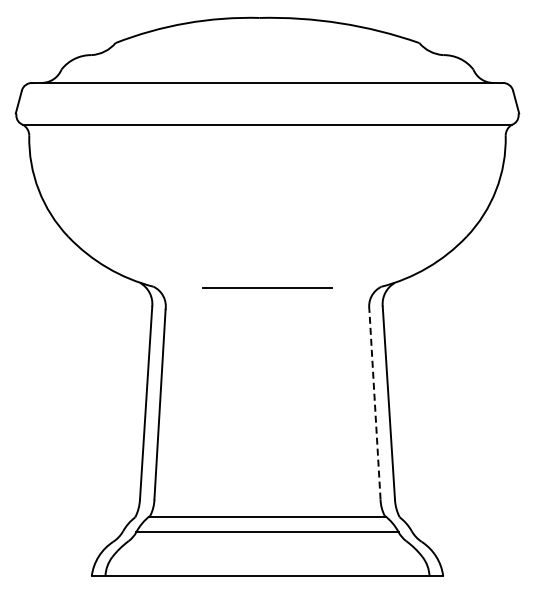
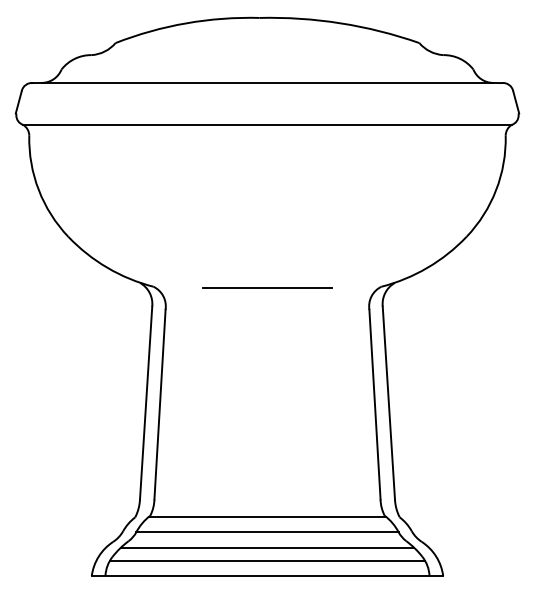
line at (374, 404): dashed -> solid
line at (267, 547): none -> present
line at (267, 560): none -> present
